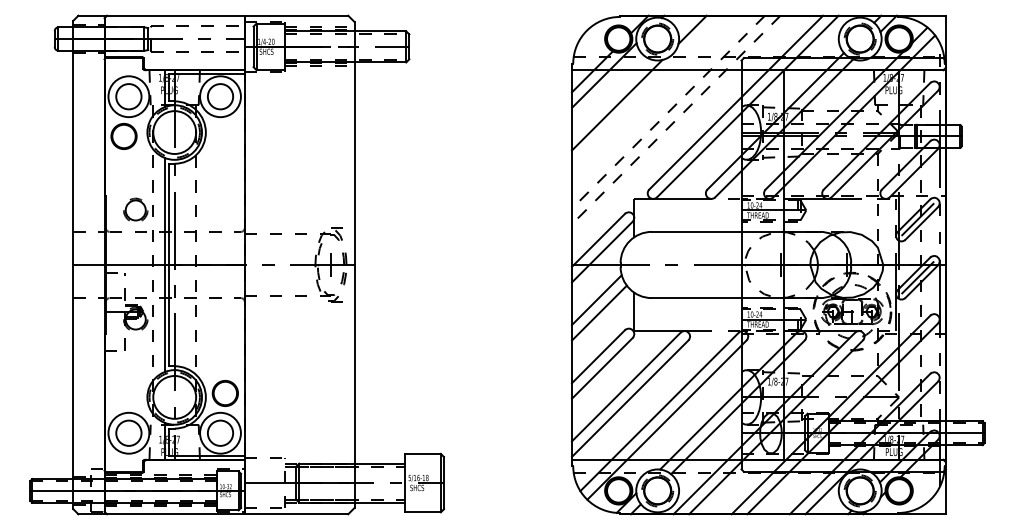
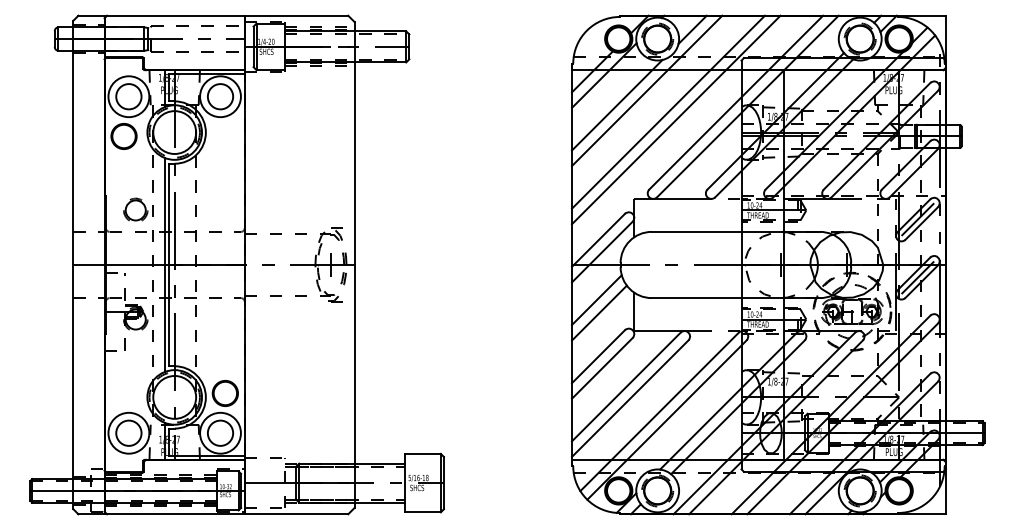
line at (646, 90): none -> present
line at (668, 112): dashed -> solid
line at (675, 120): dashed -> solid
